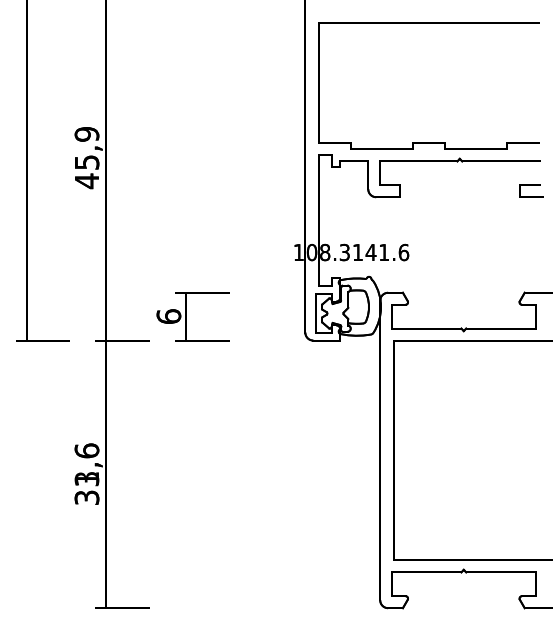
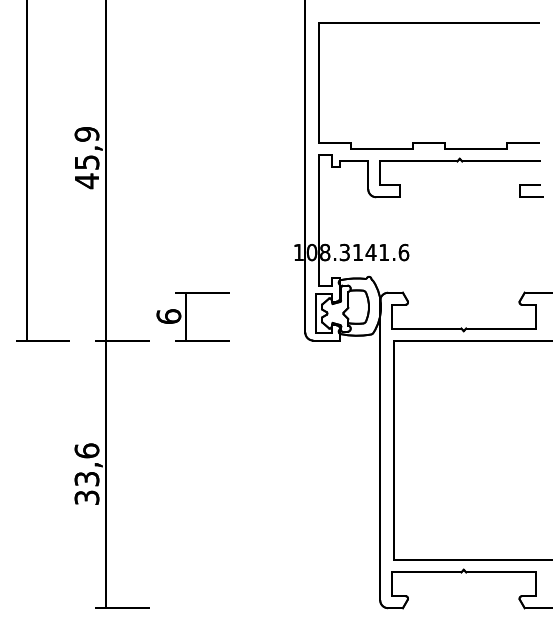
text at (86, 479): 31,6 -> 33,6
